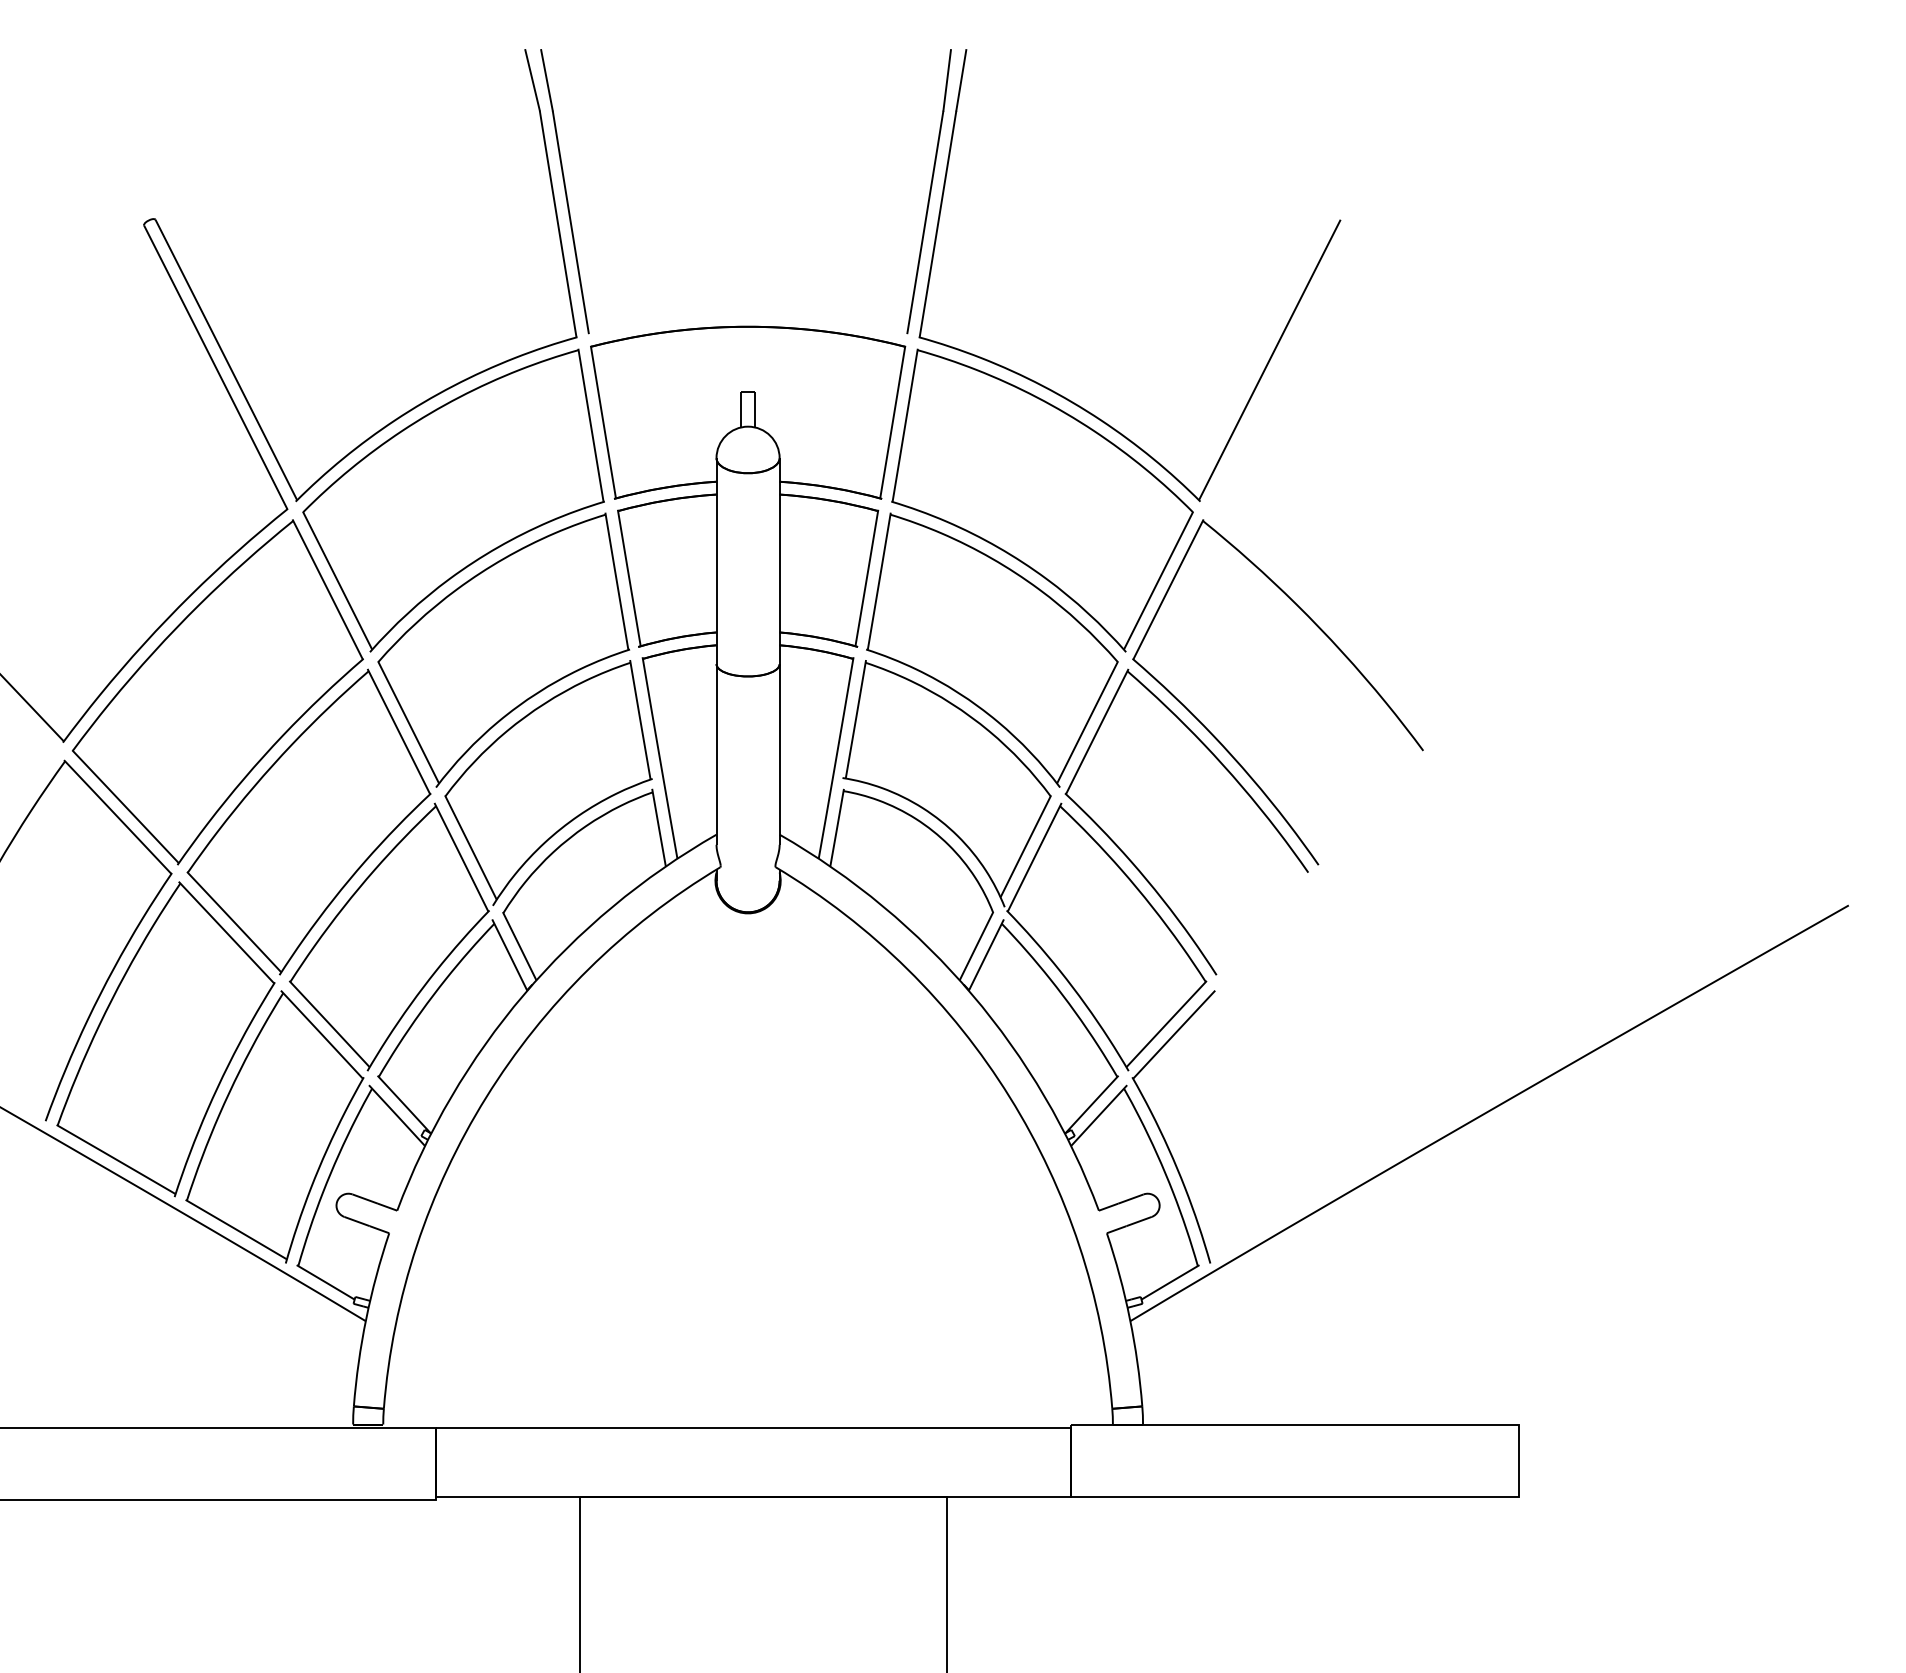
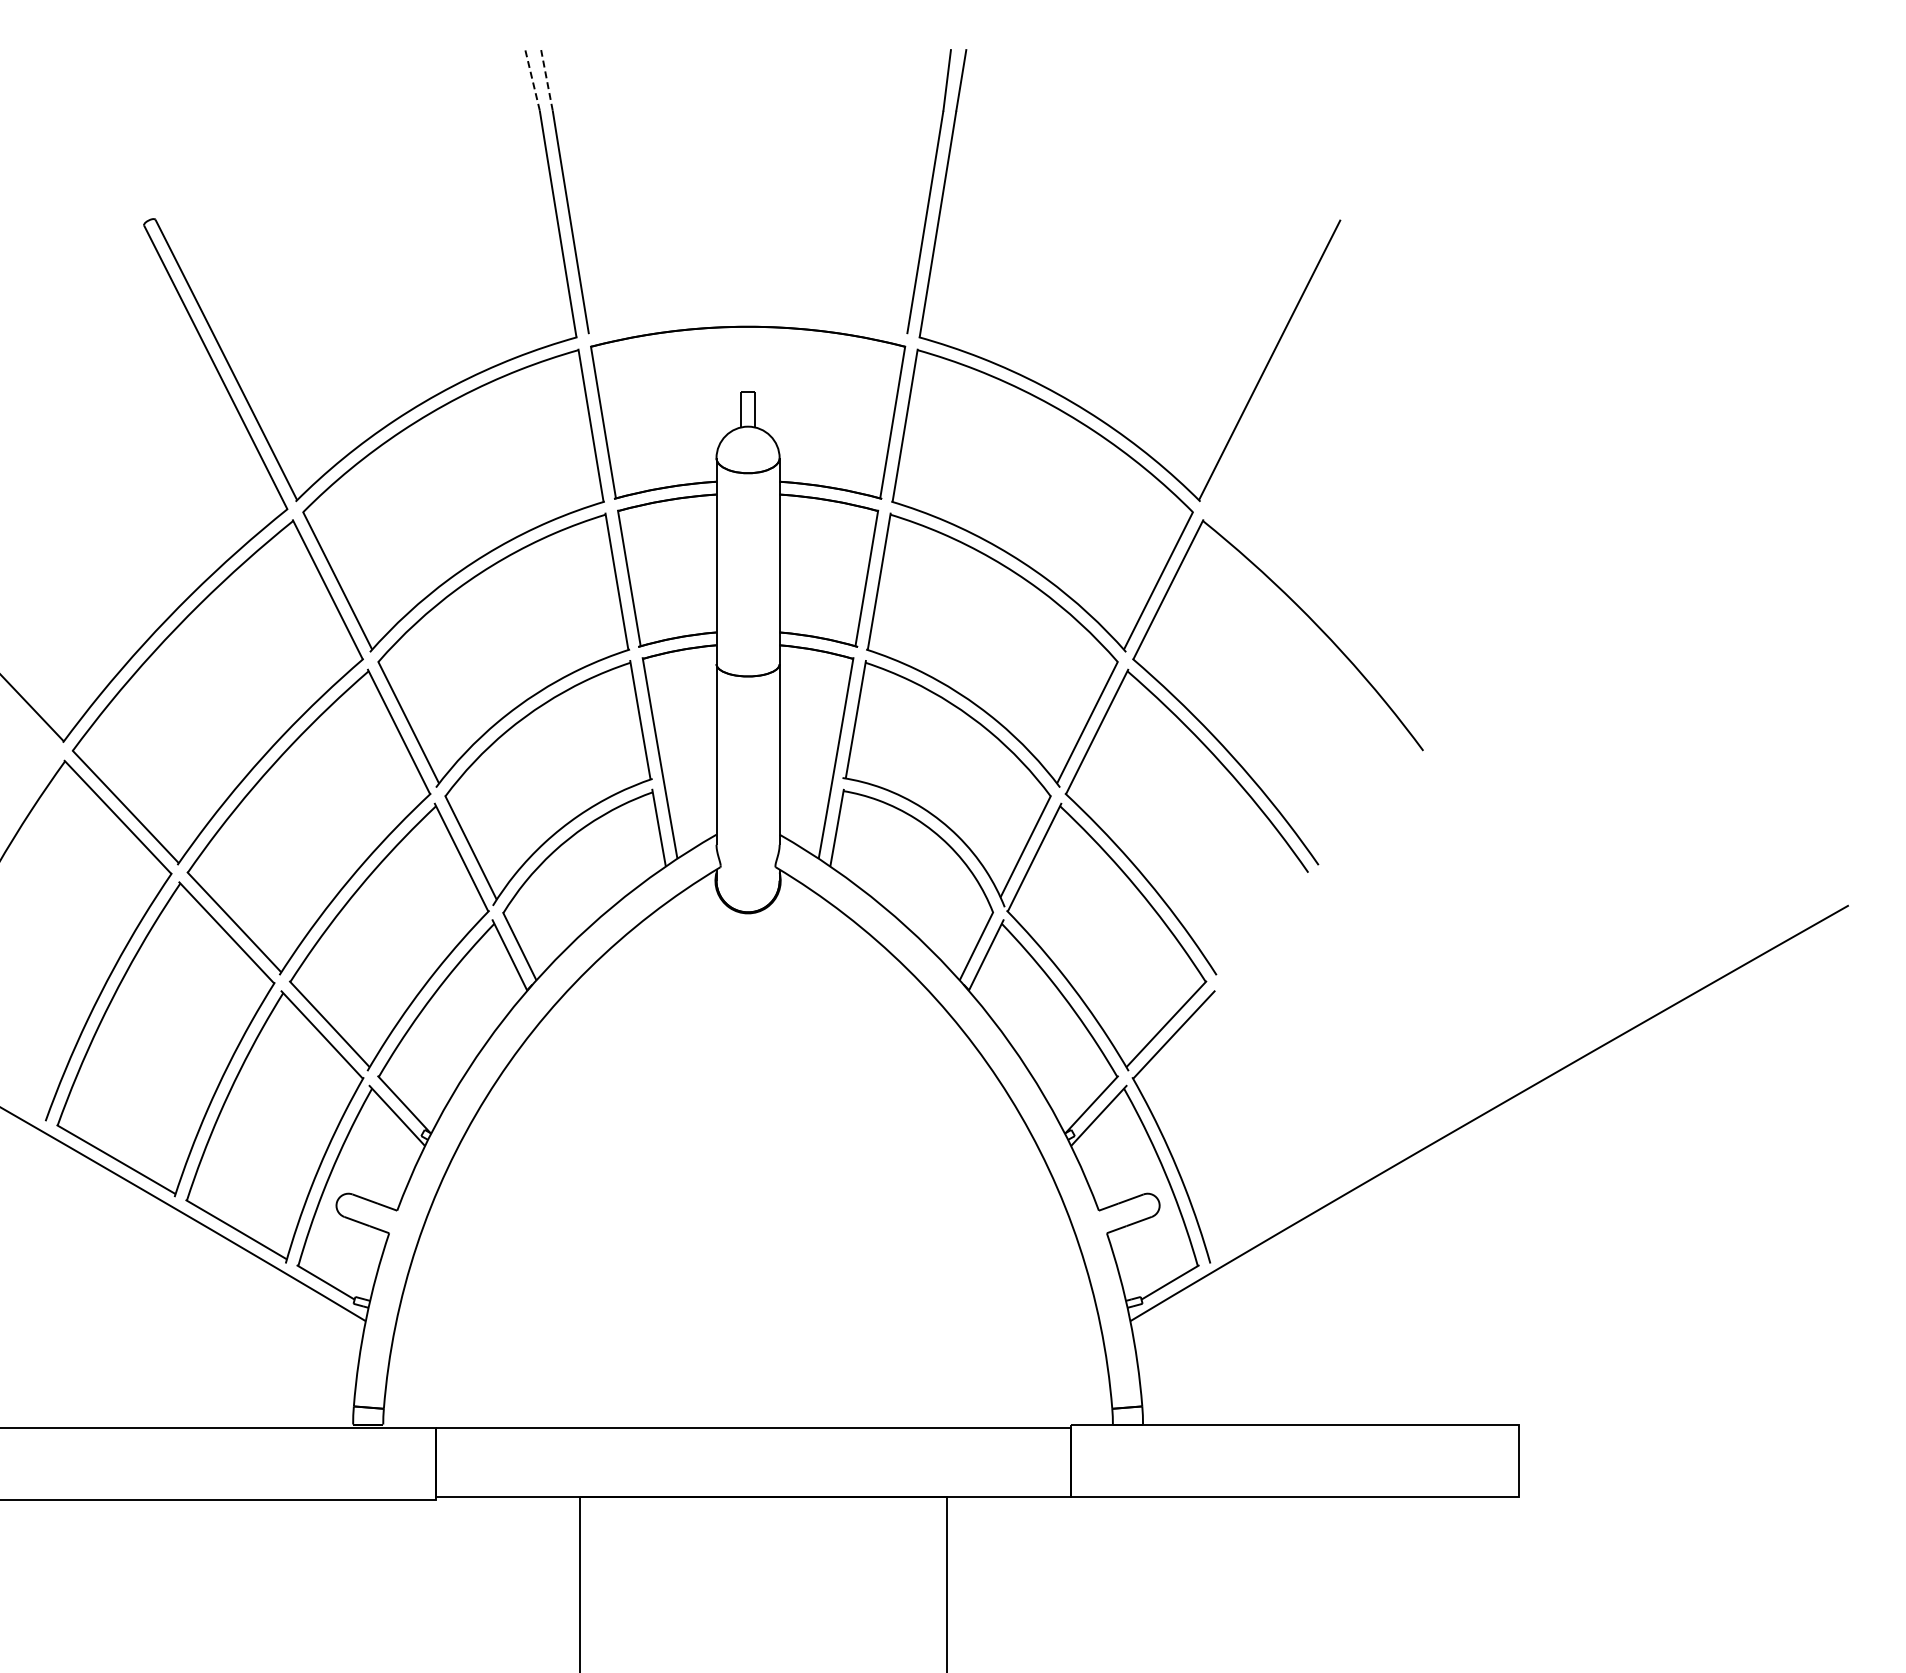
line at (532, 79): solid -> dashed
line at (546, 80): solid -> dashed
